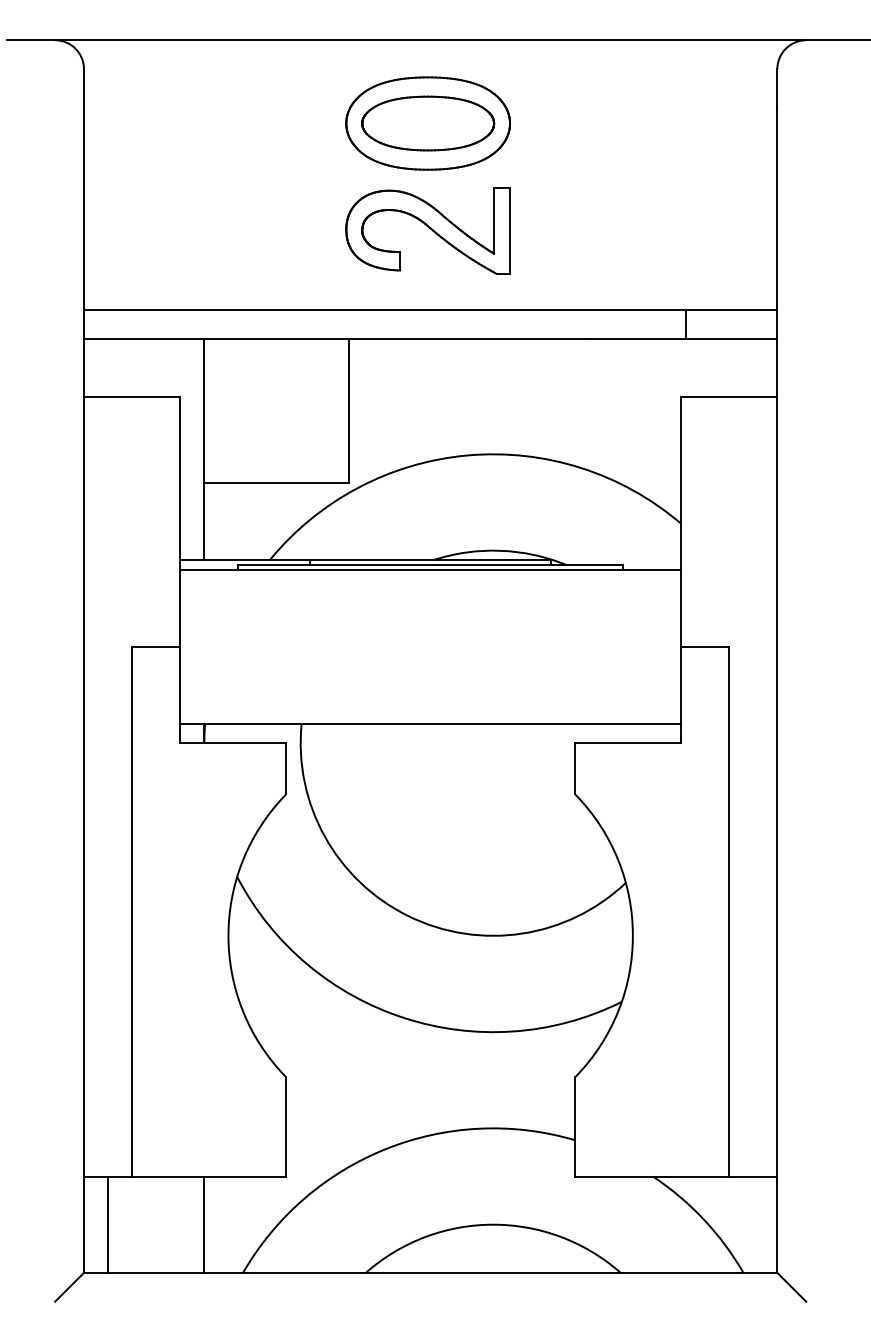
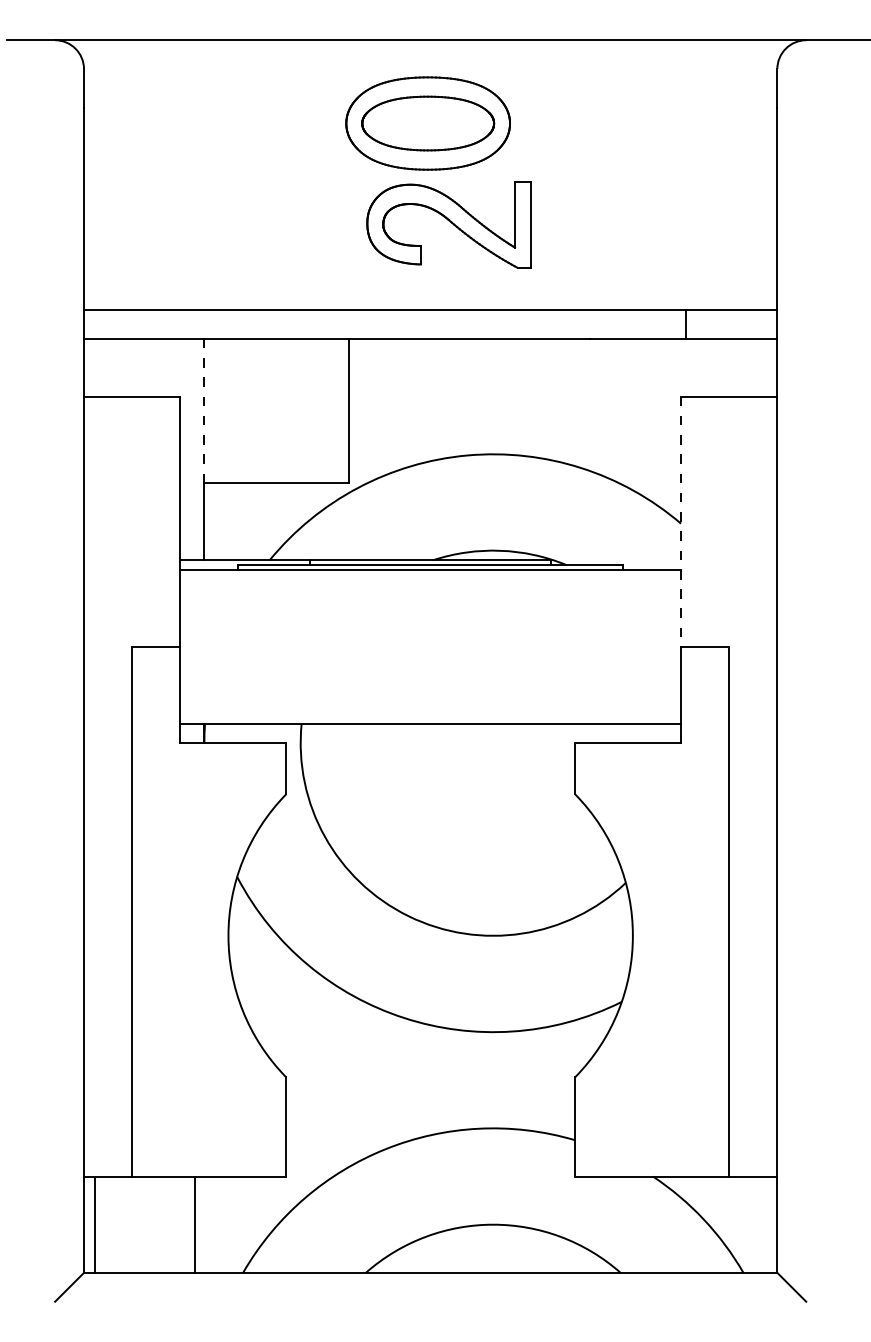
part at (427, 230) position: (427, 230) -> (448, 224)
line at (204, 410): solid -> dashed
line at (681, 522): solid -> dashed
line at (108, 1224) position: (108, 1224) -> (95, 1224)
line at (204, 1224) position: (204, 1224) -> (195, 1224)
